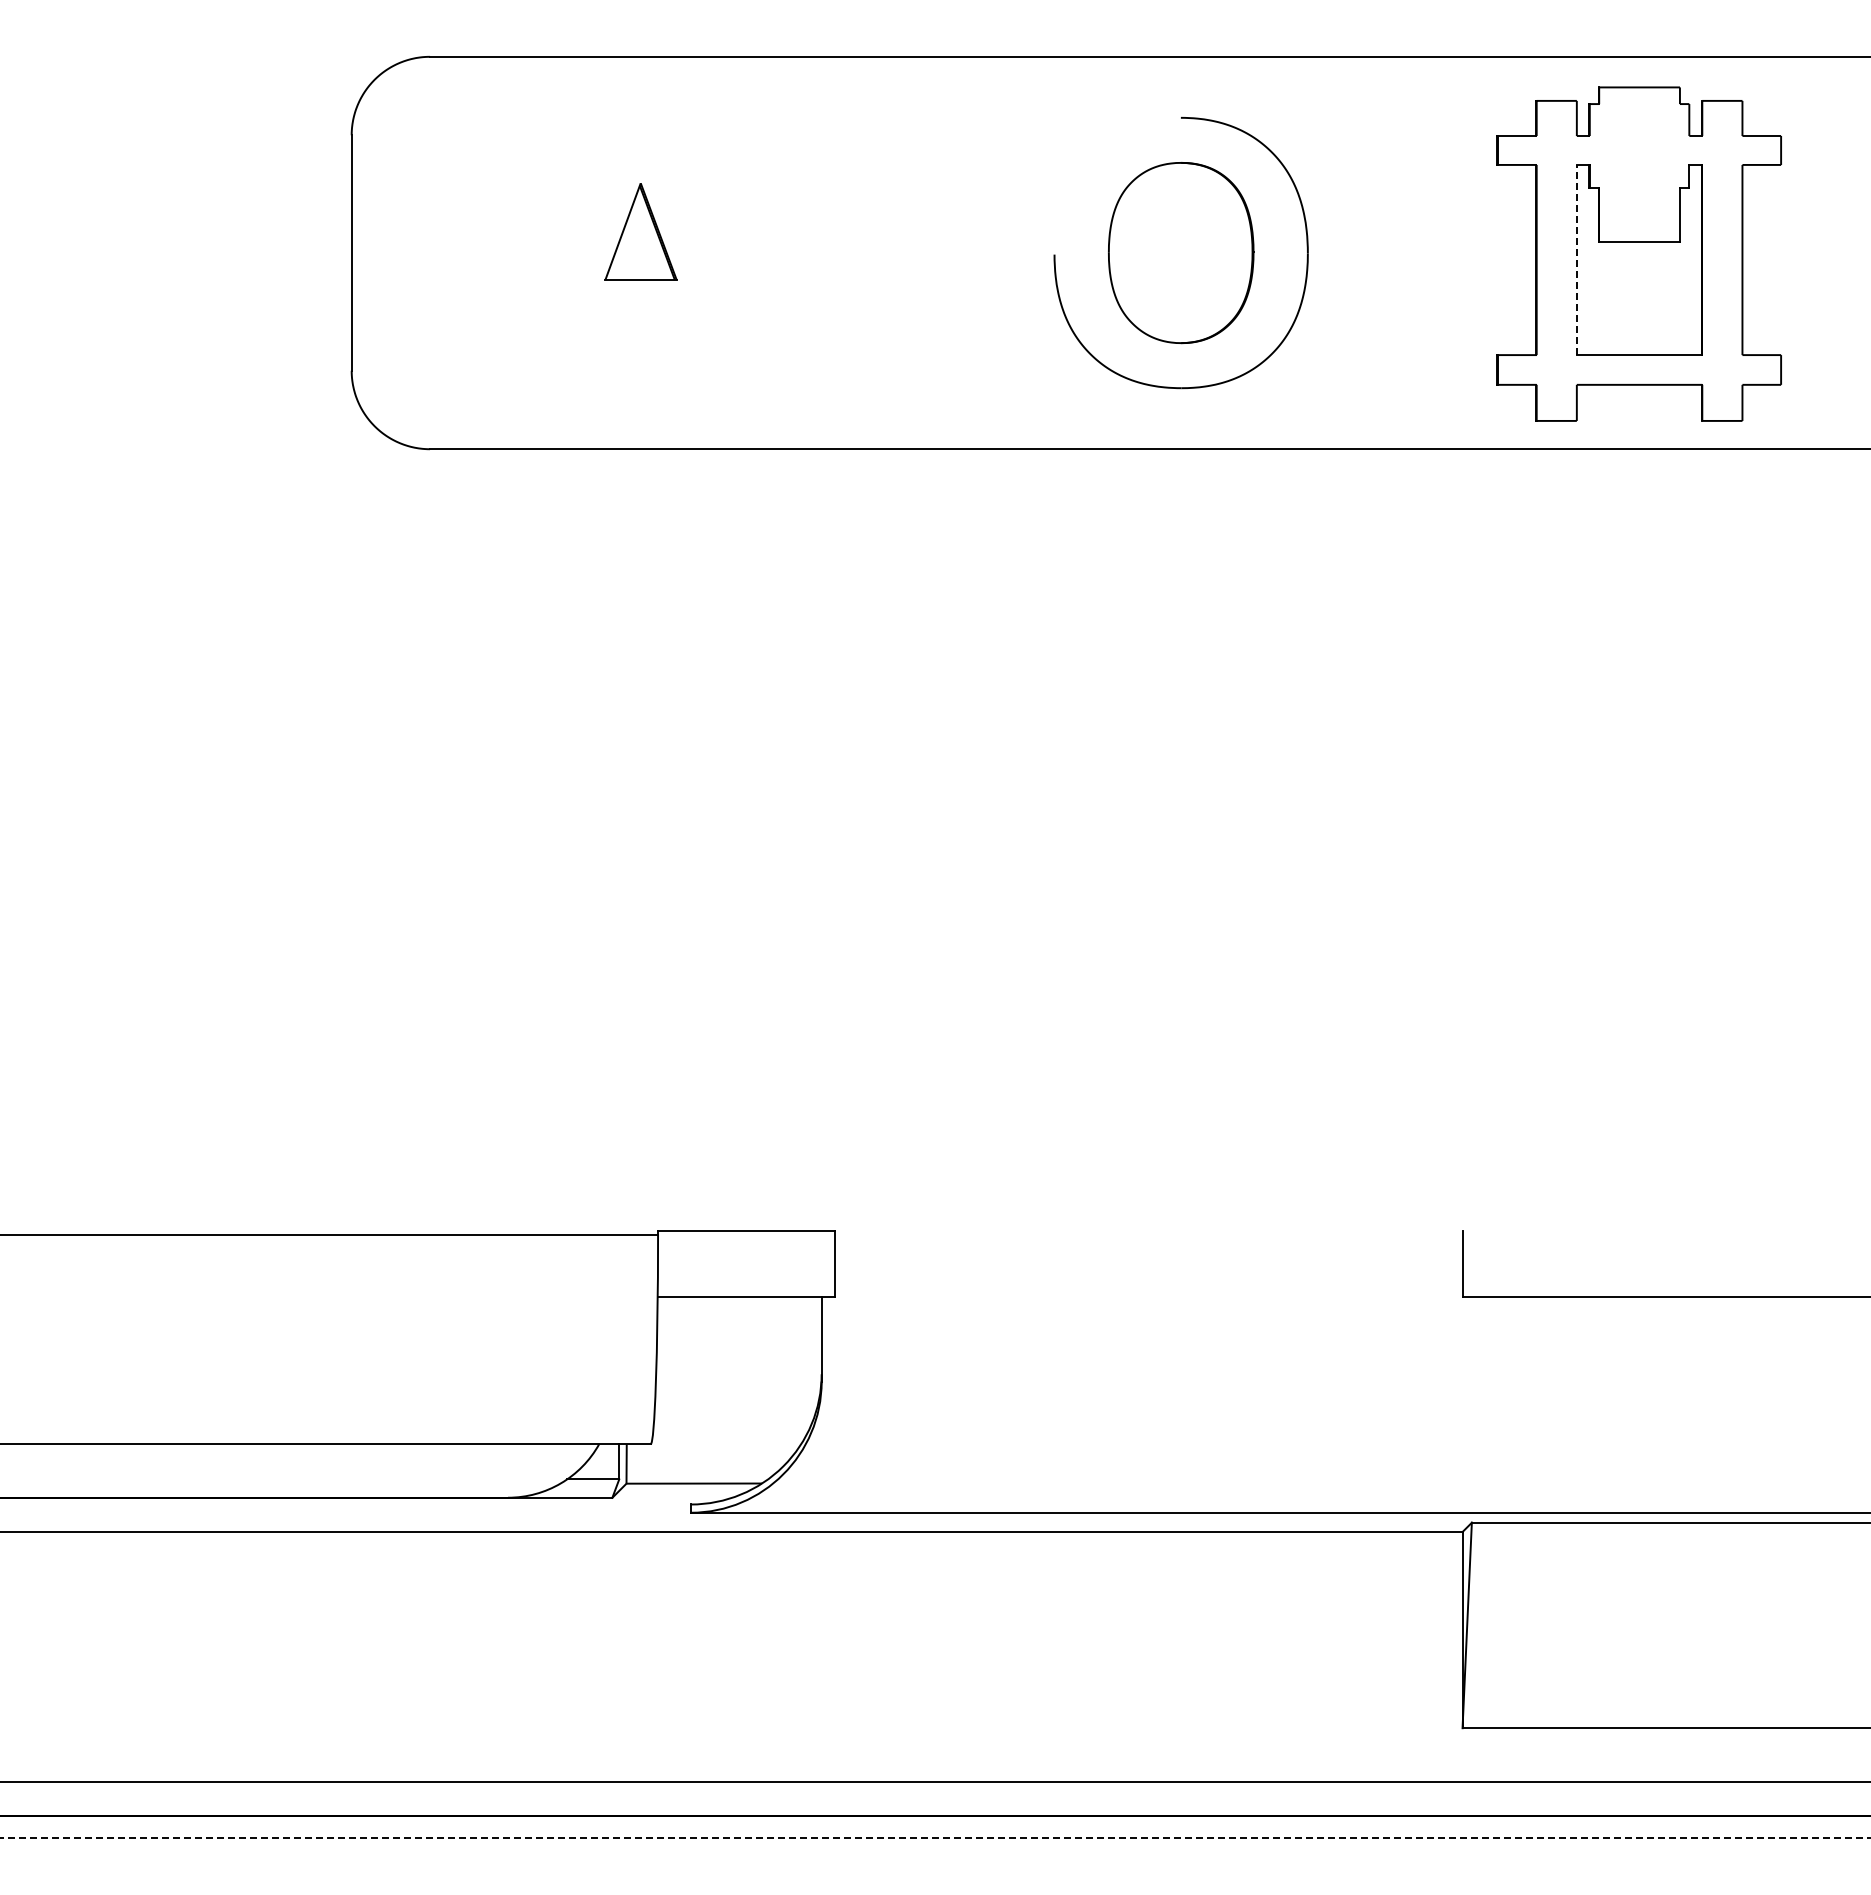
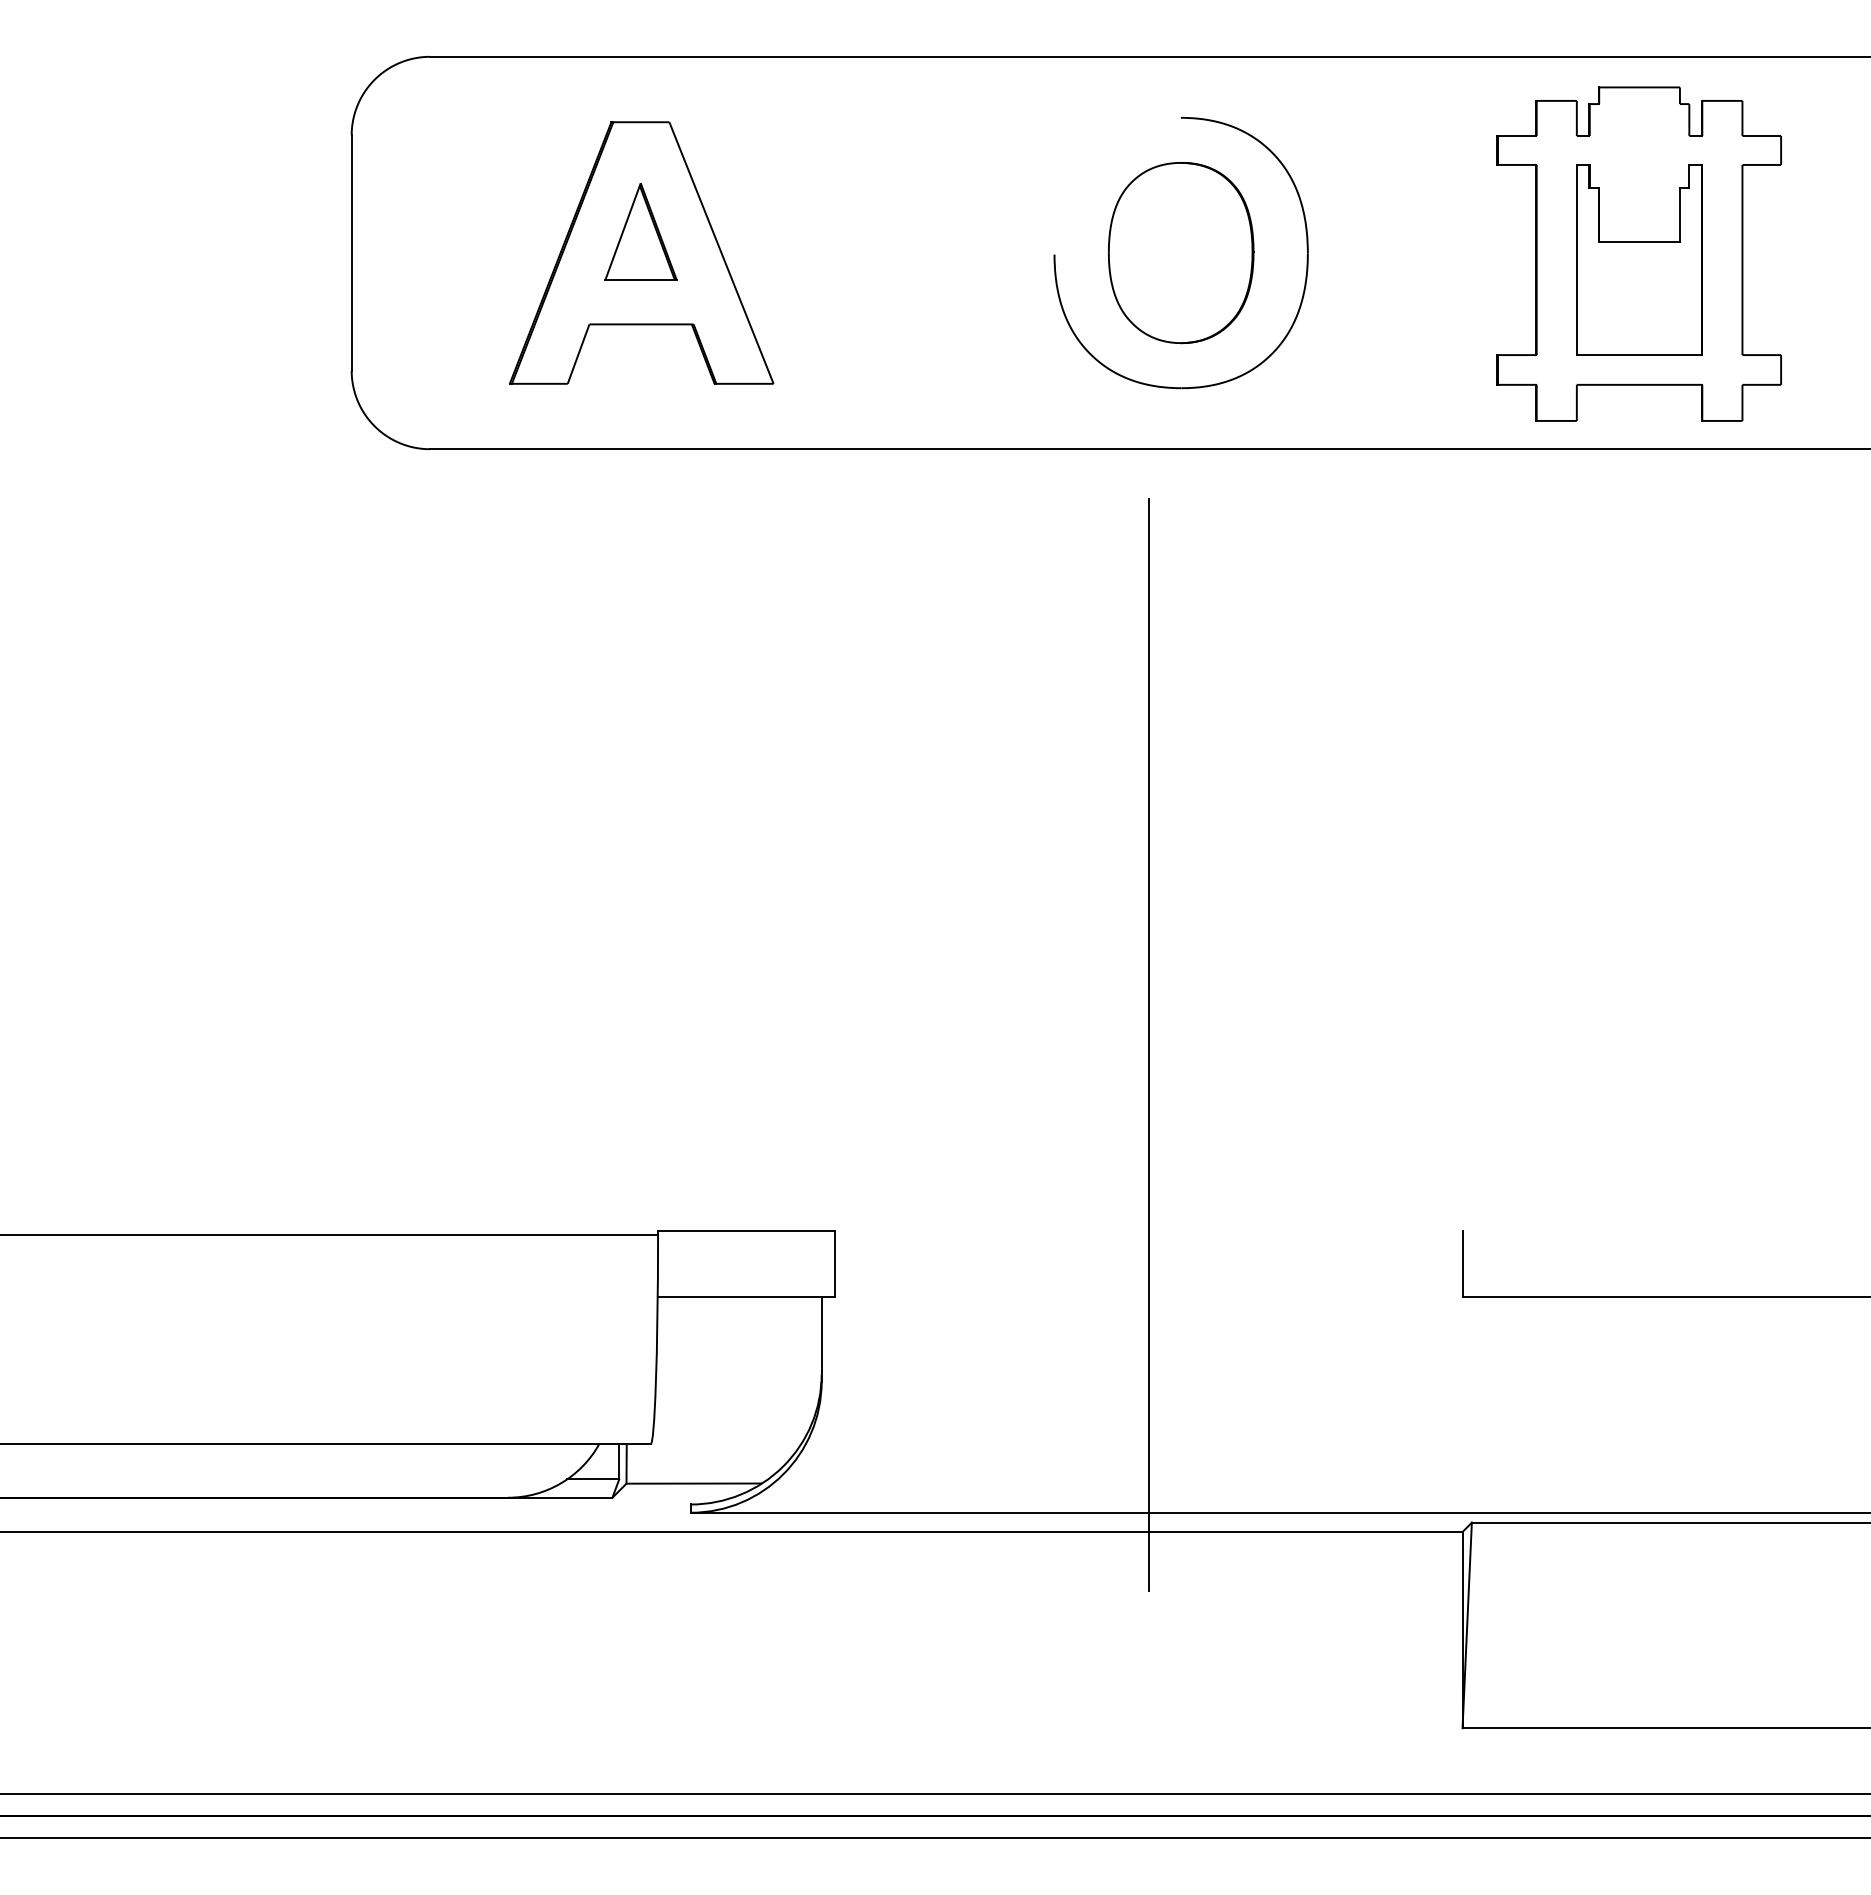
part at (641, 252): none -> present
line at (1576, 259): dashed -> solid
line at (1148, 1044): none -> present
line at (934, 1781) position: (934, 1781) -> (934, 1793)
line at (935, 1838): dashed -> solid
